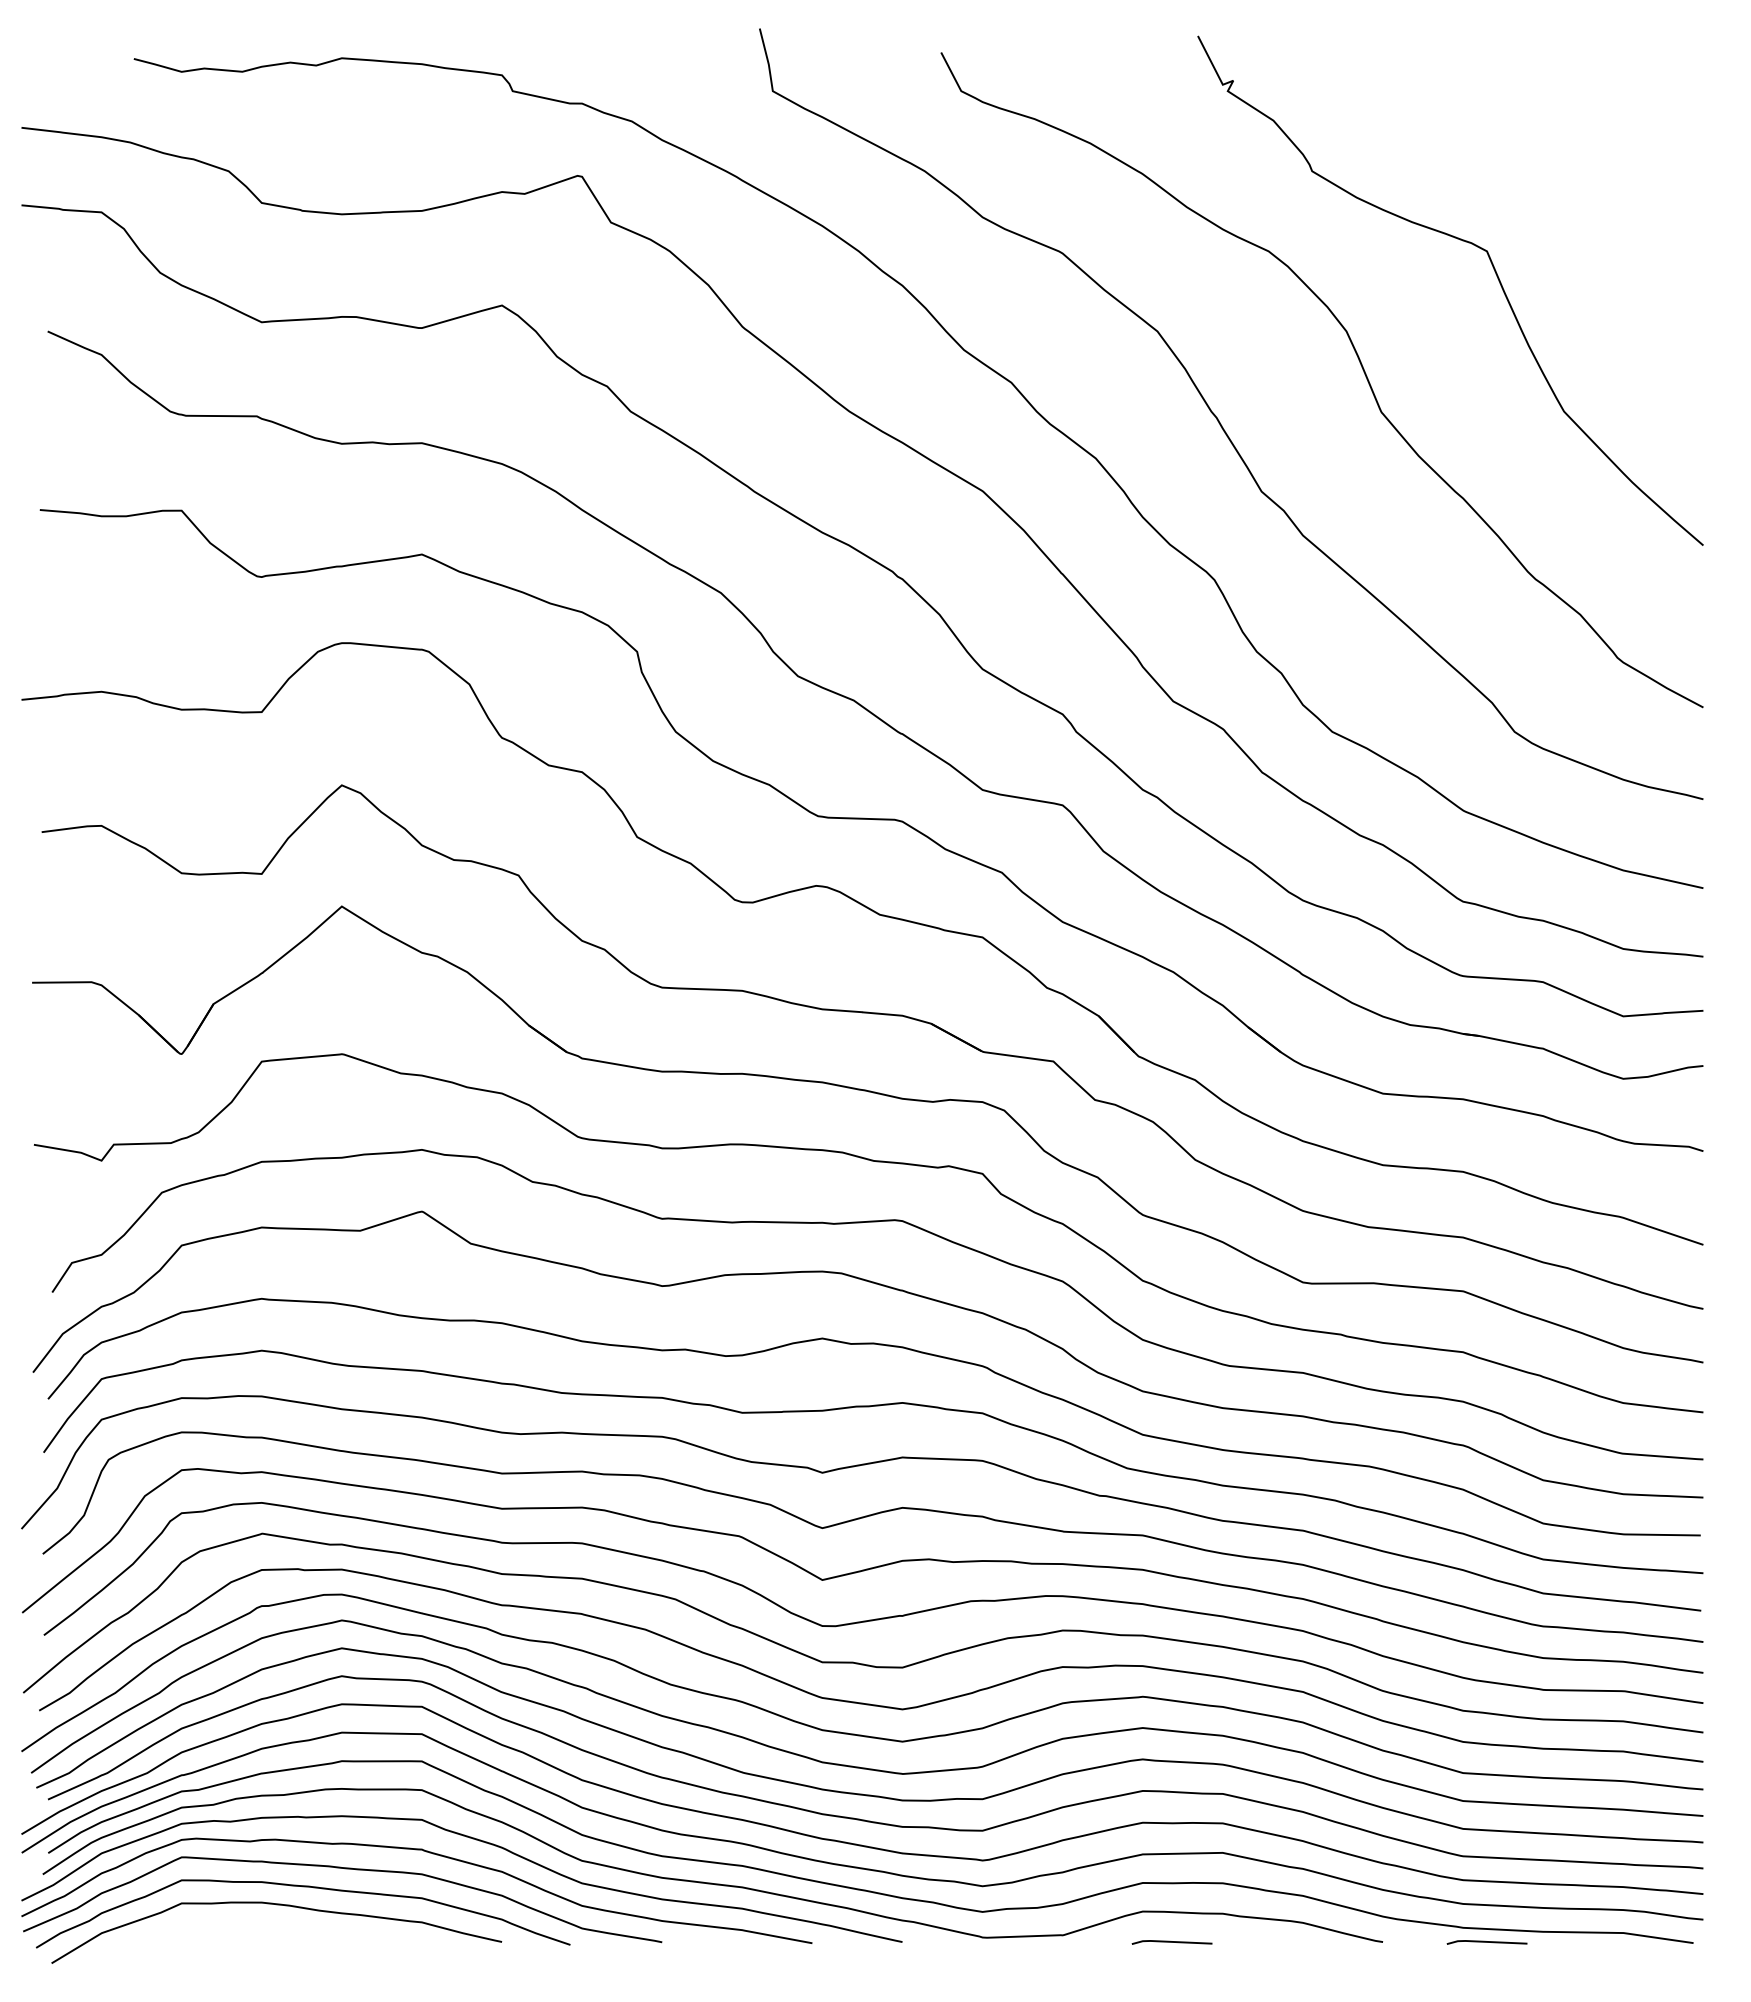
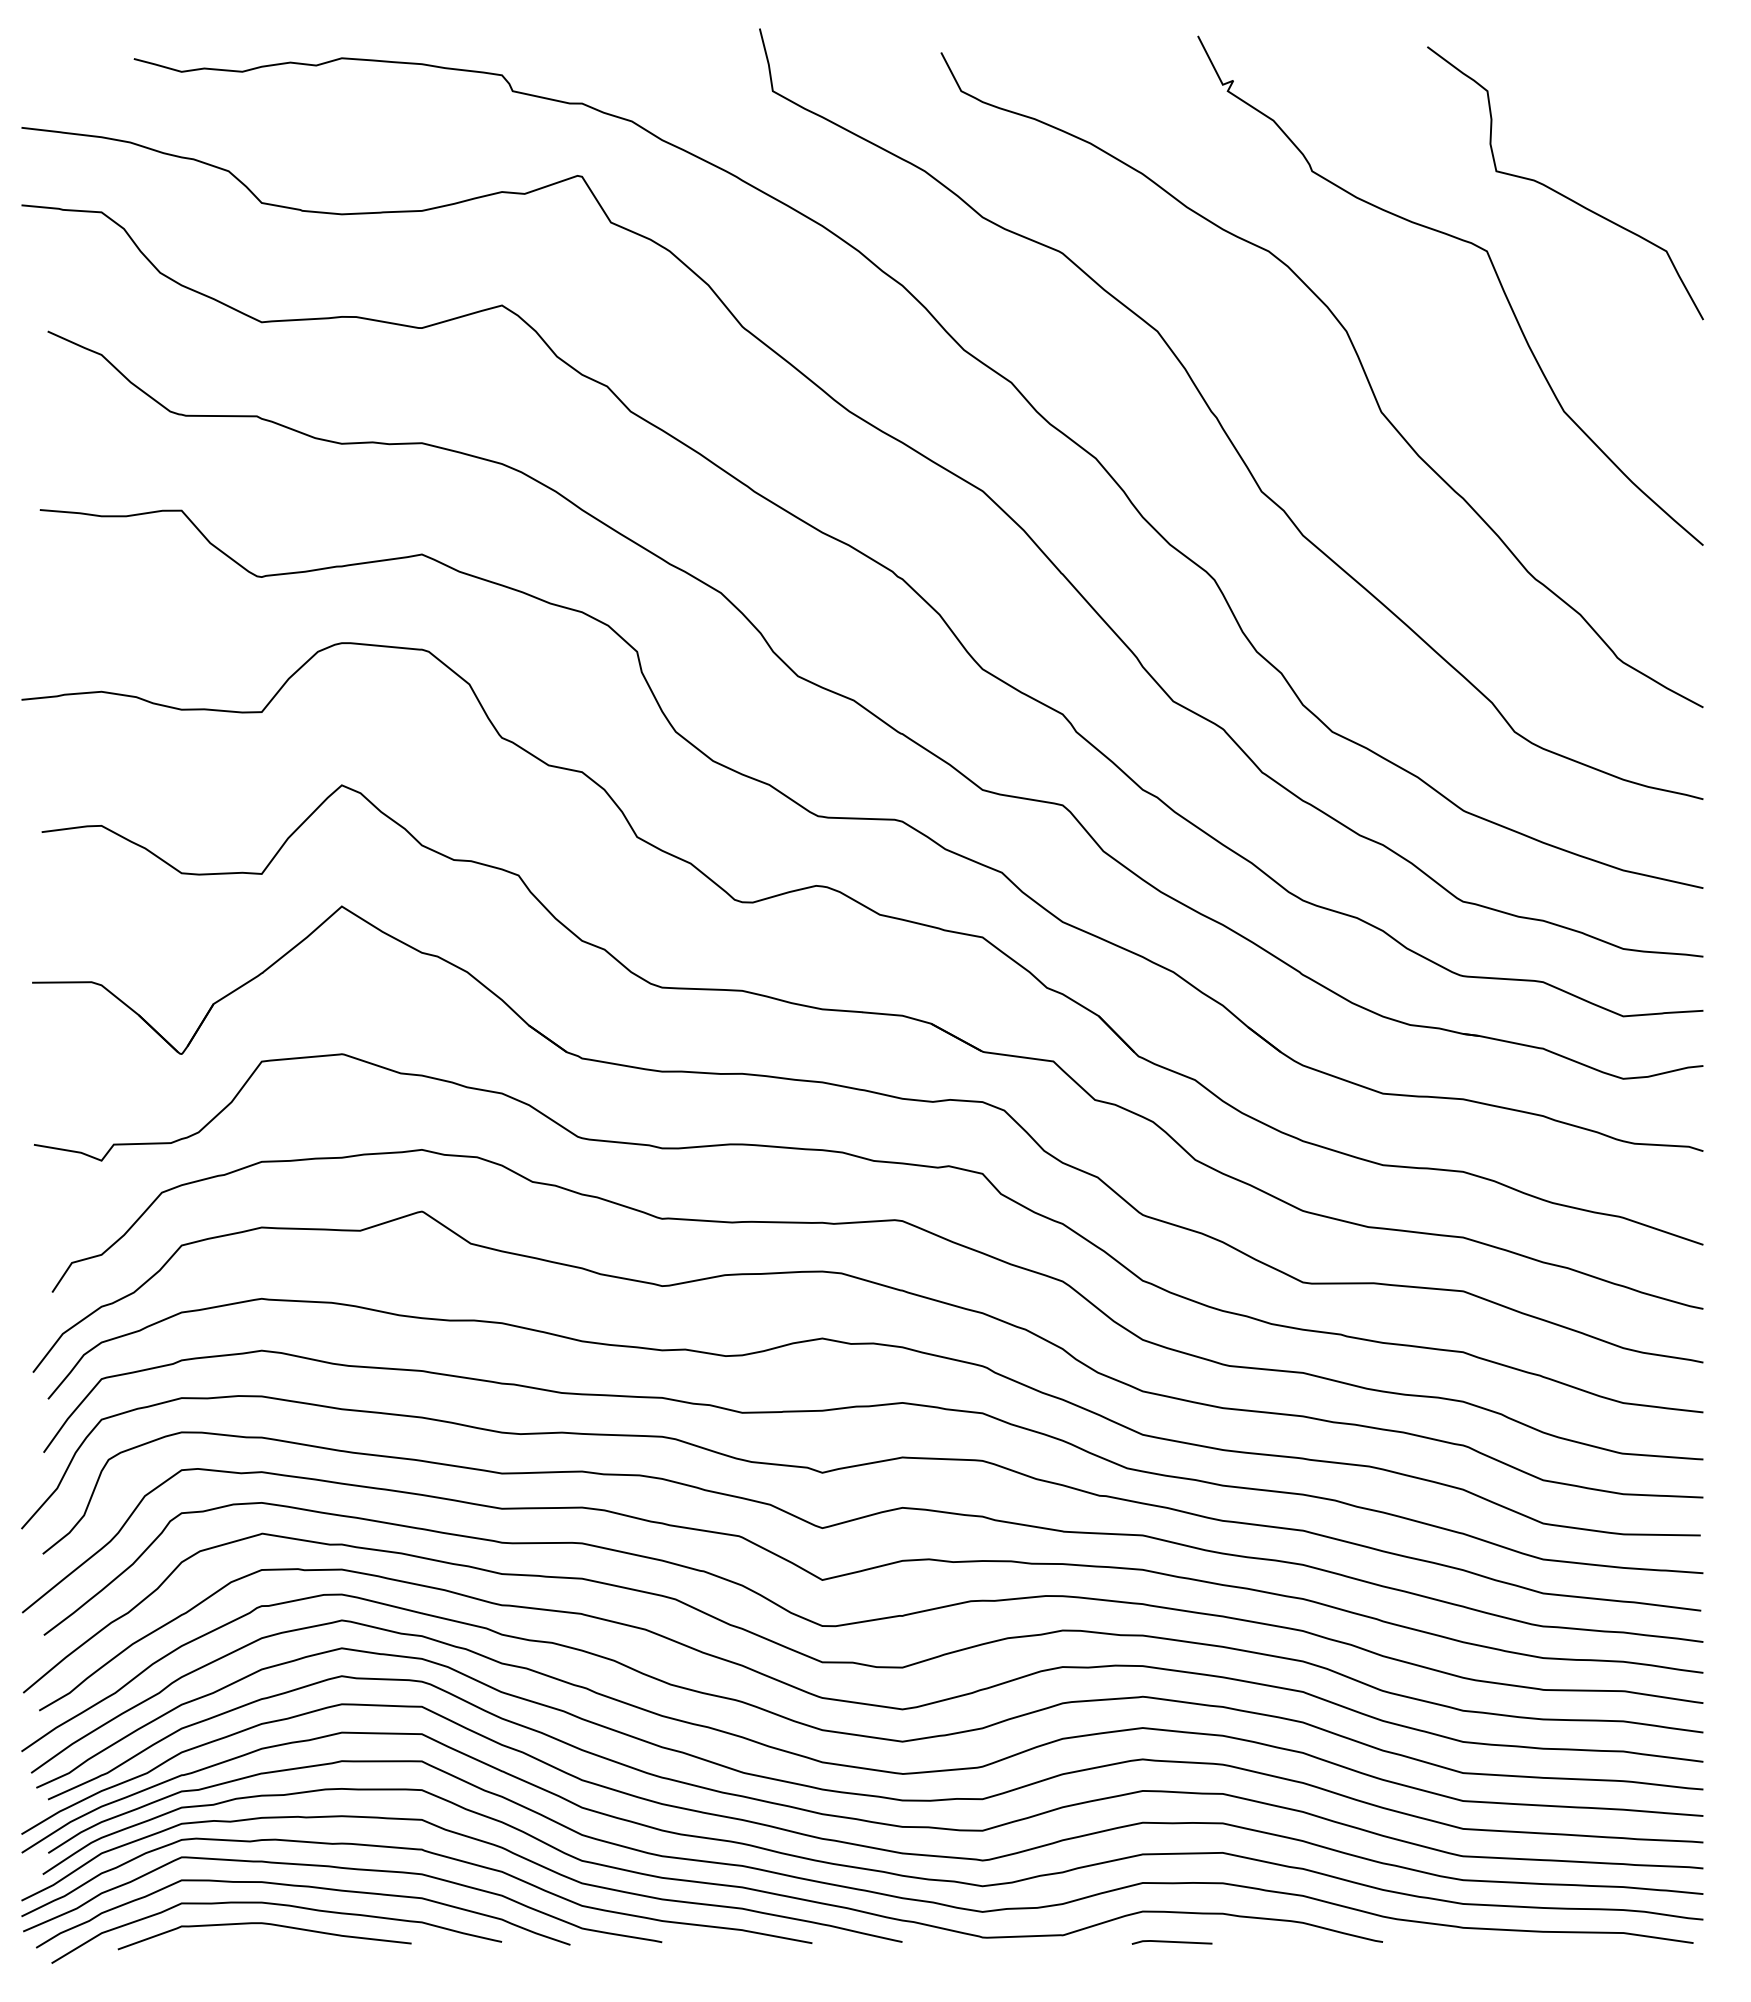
curve at (1561, 193): none -> present
curve at (264, 1924): none -> present
line at (1486, 1942): present -> none
